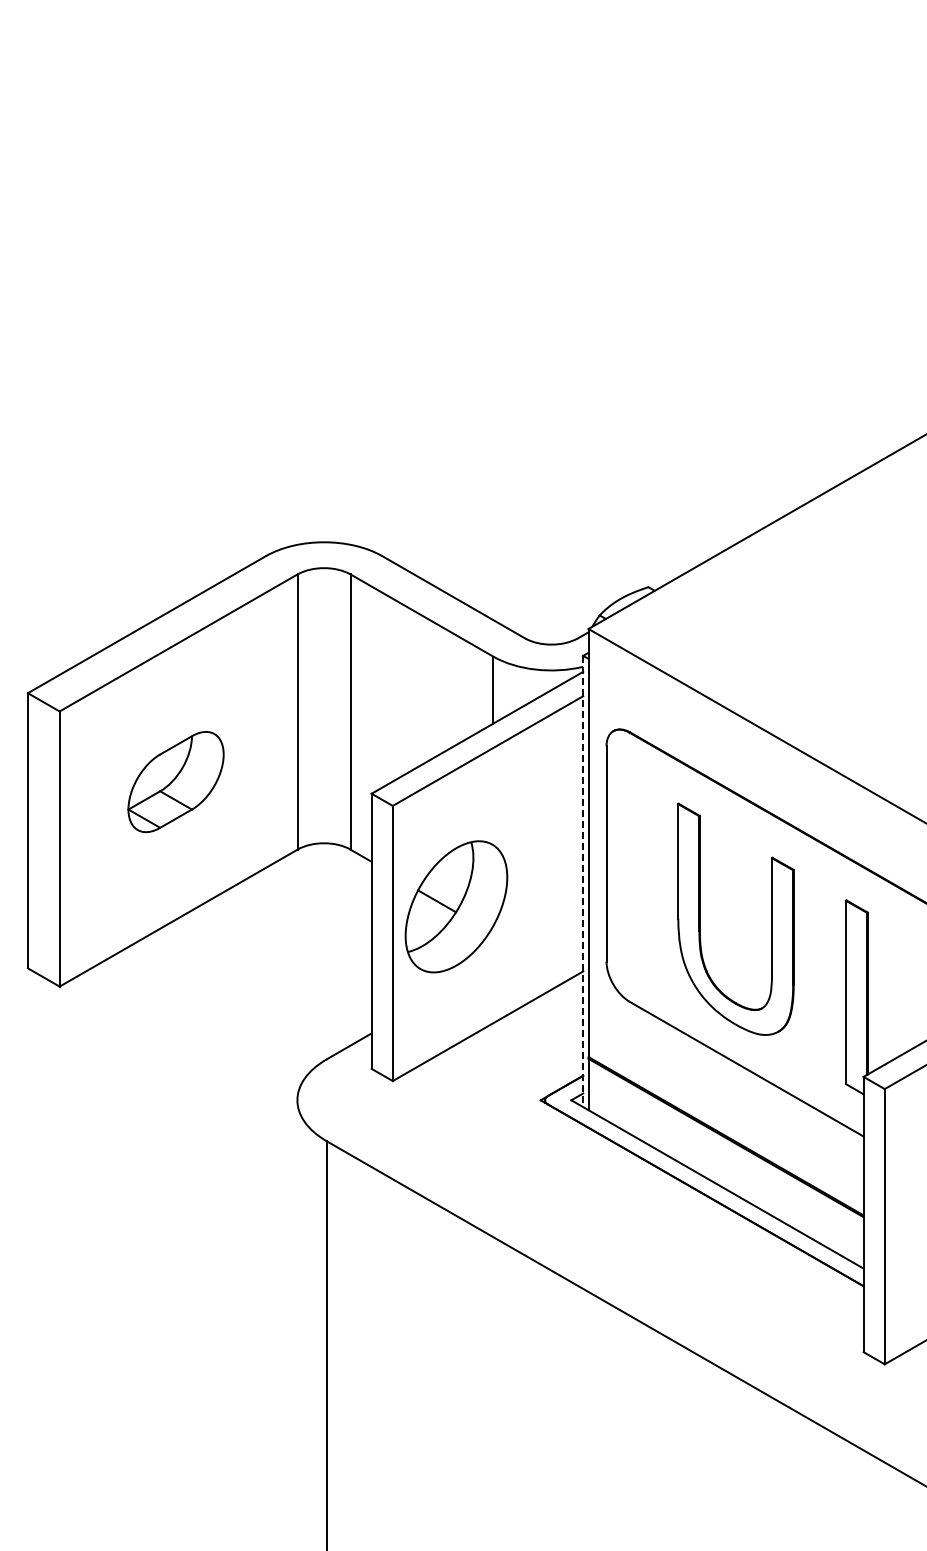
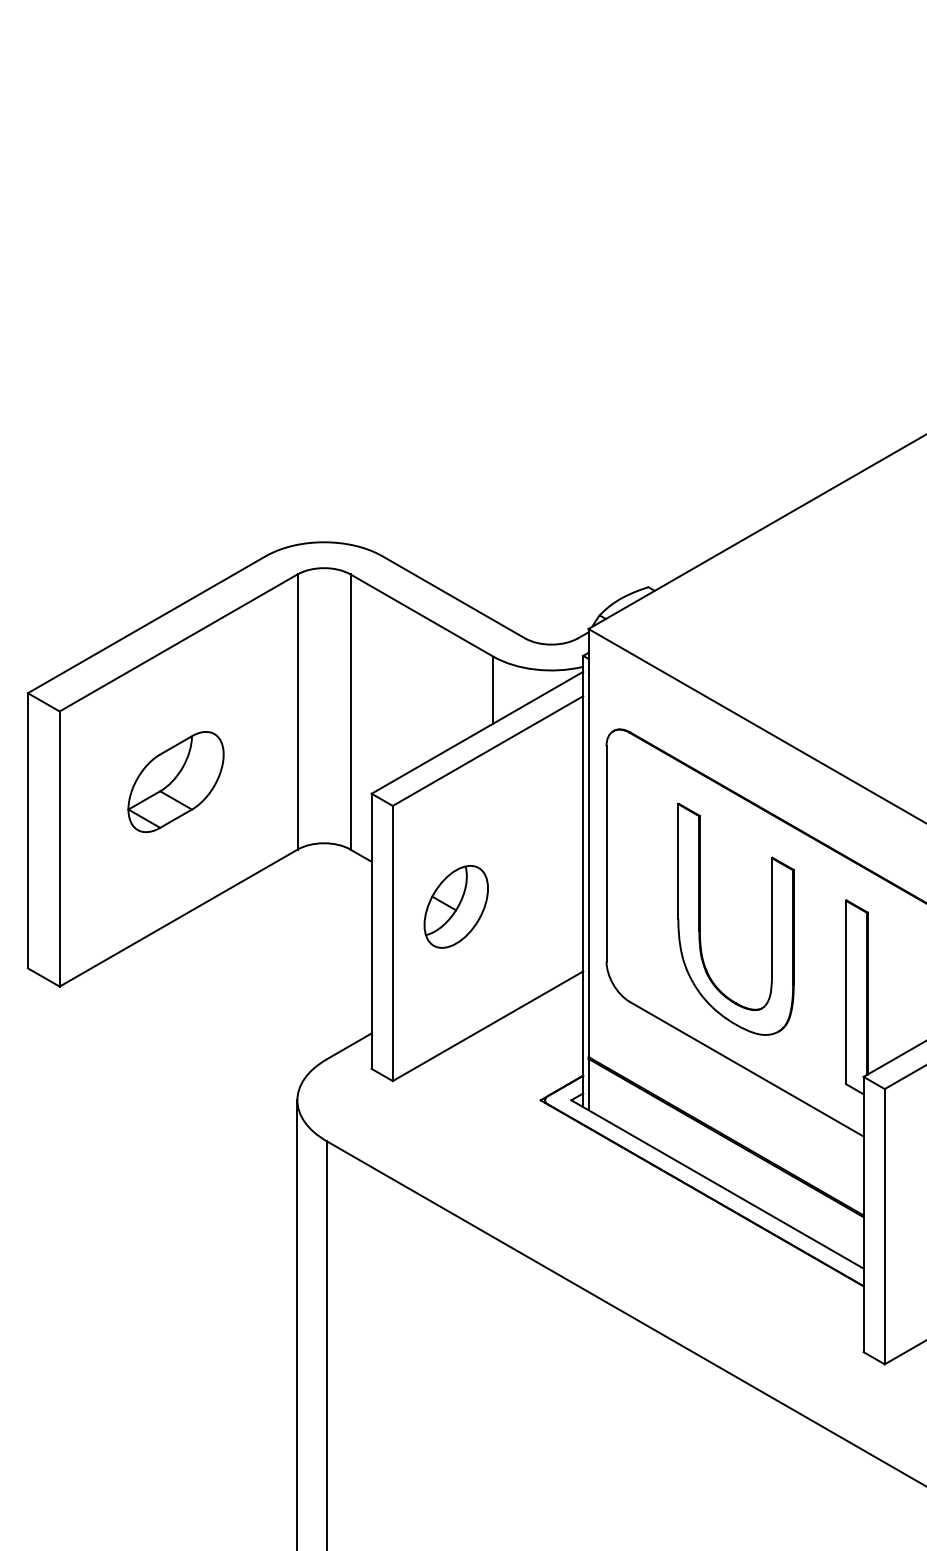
line at (583, 881): dashed -> solid
part at (456, 906) size: 105x134 px -> 66x84 px
line at (297, 1323): none -> present
